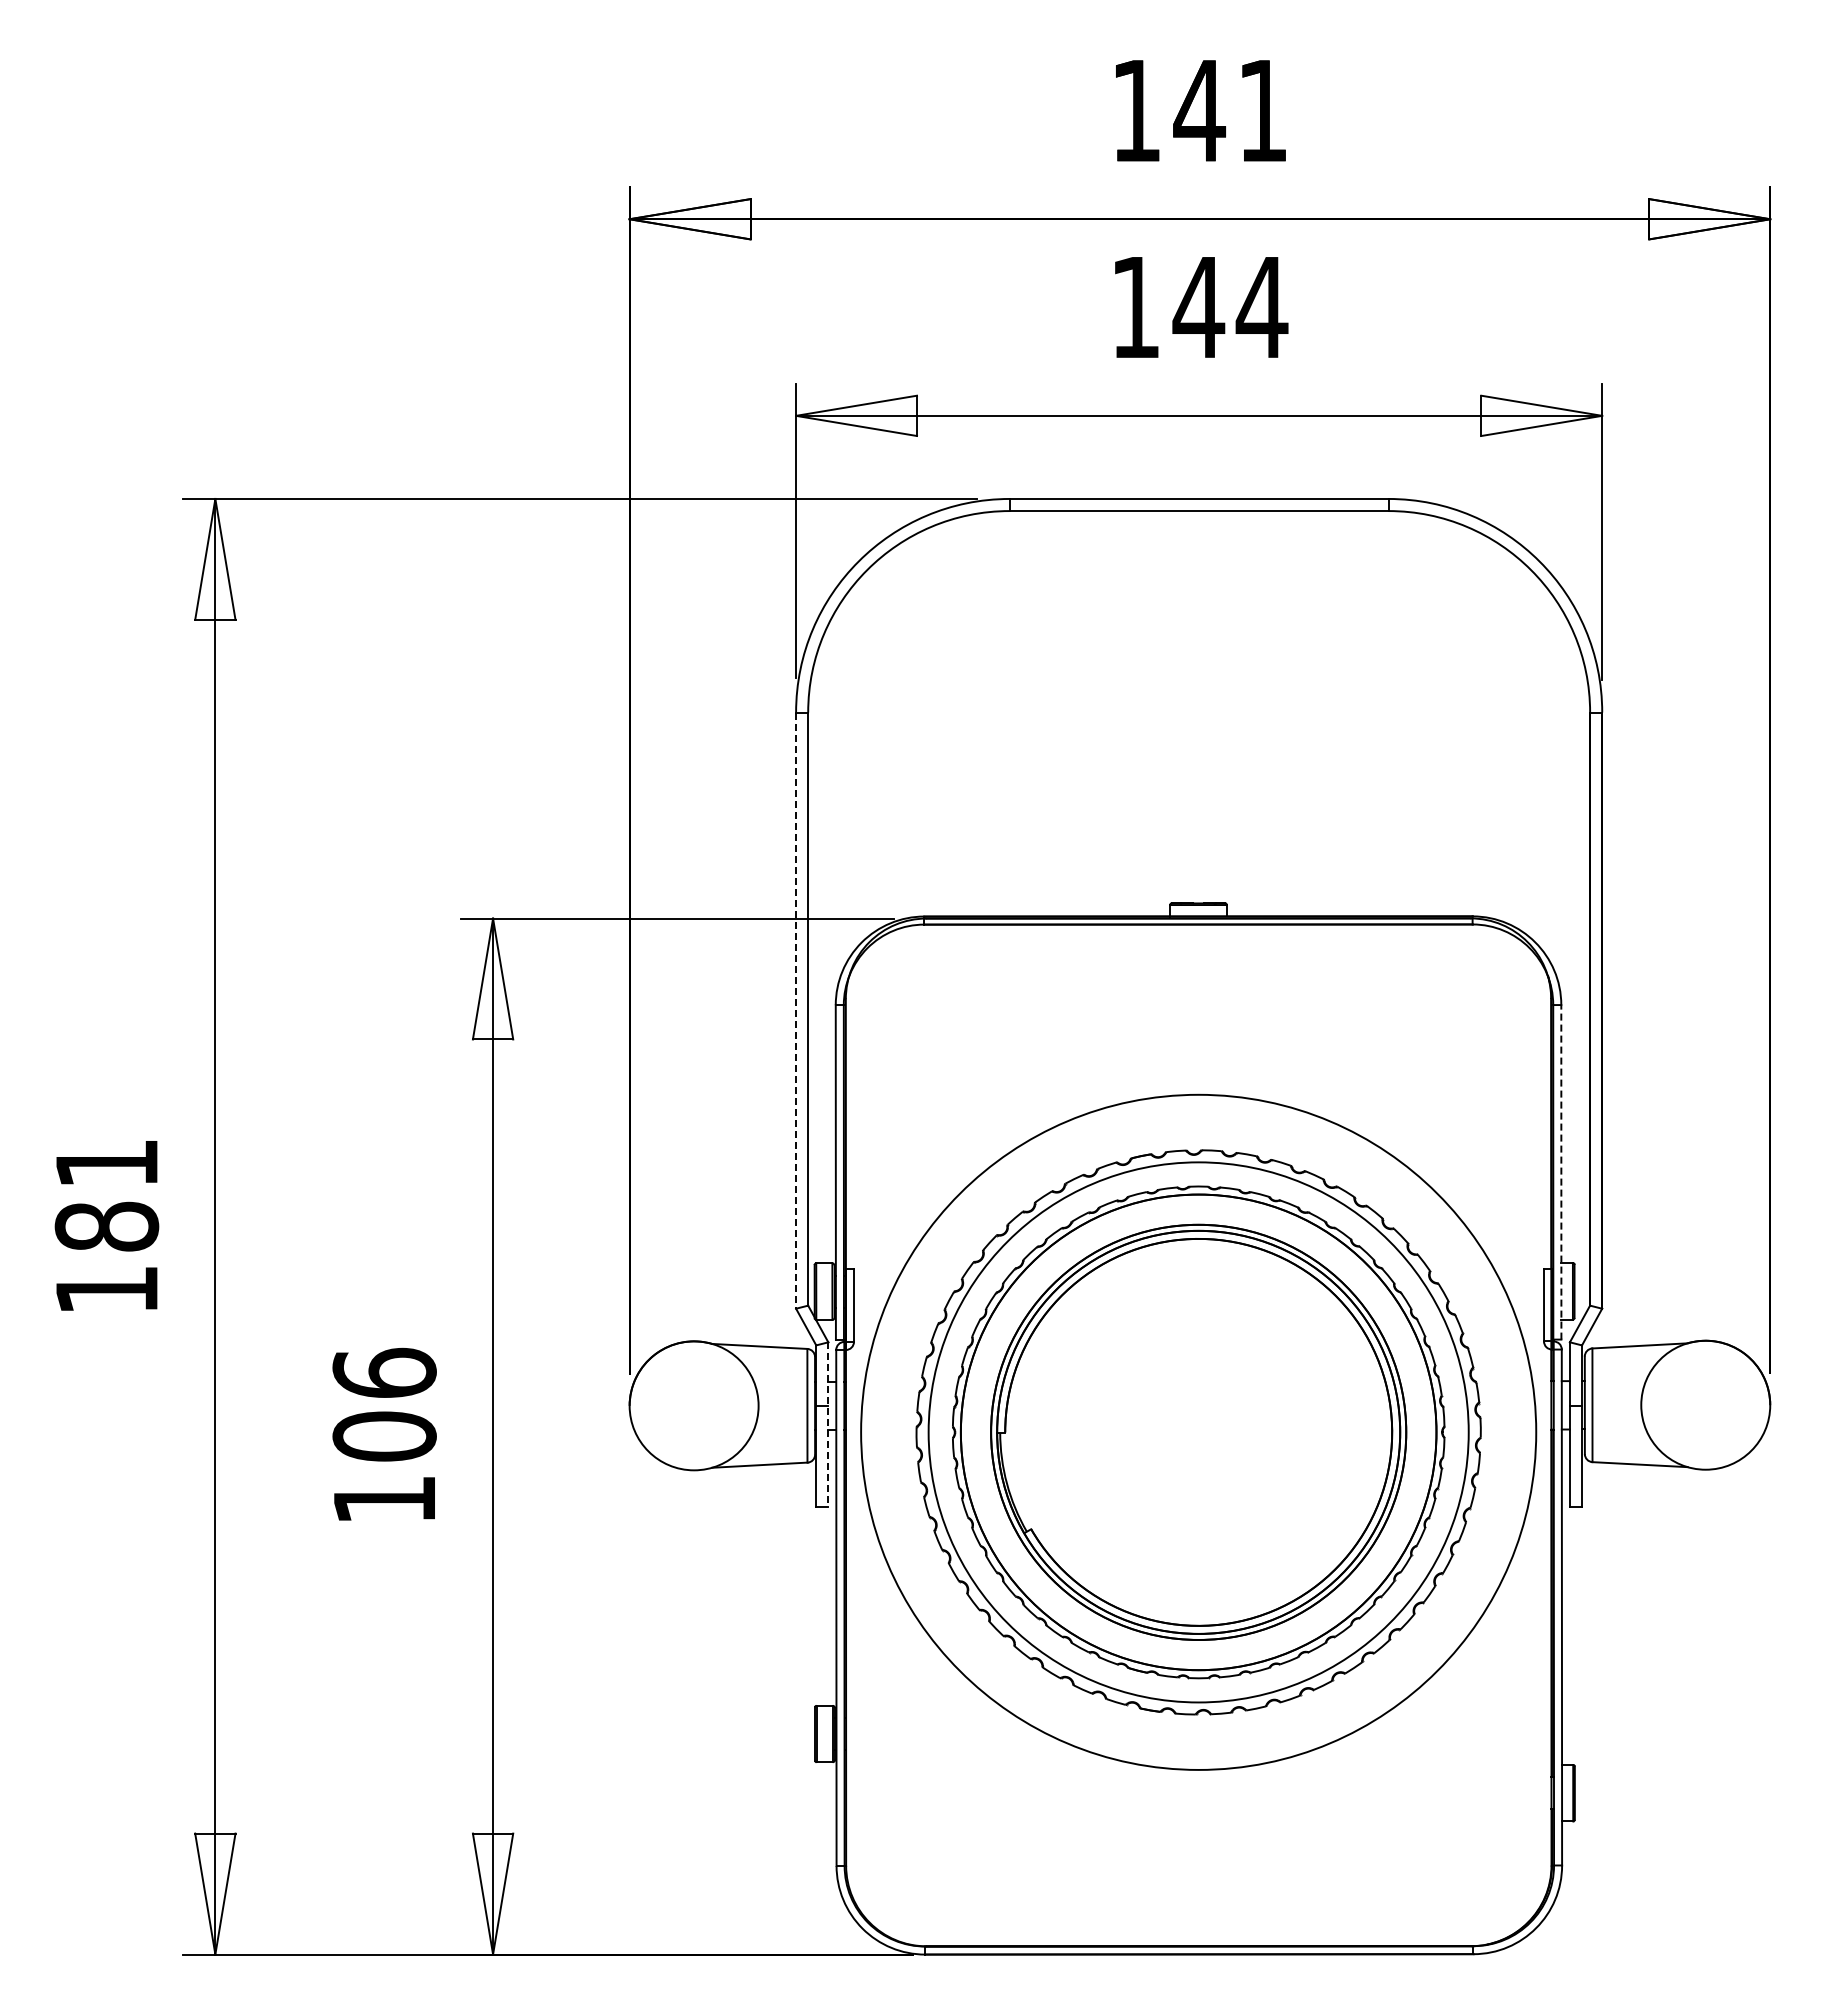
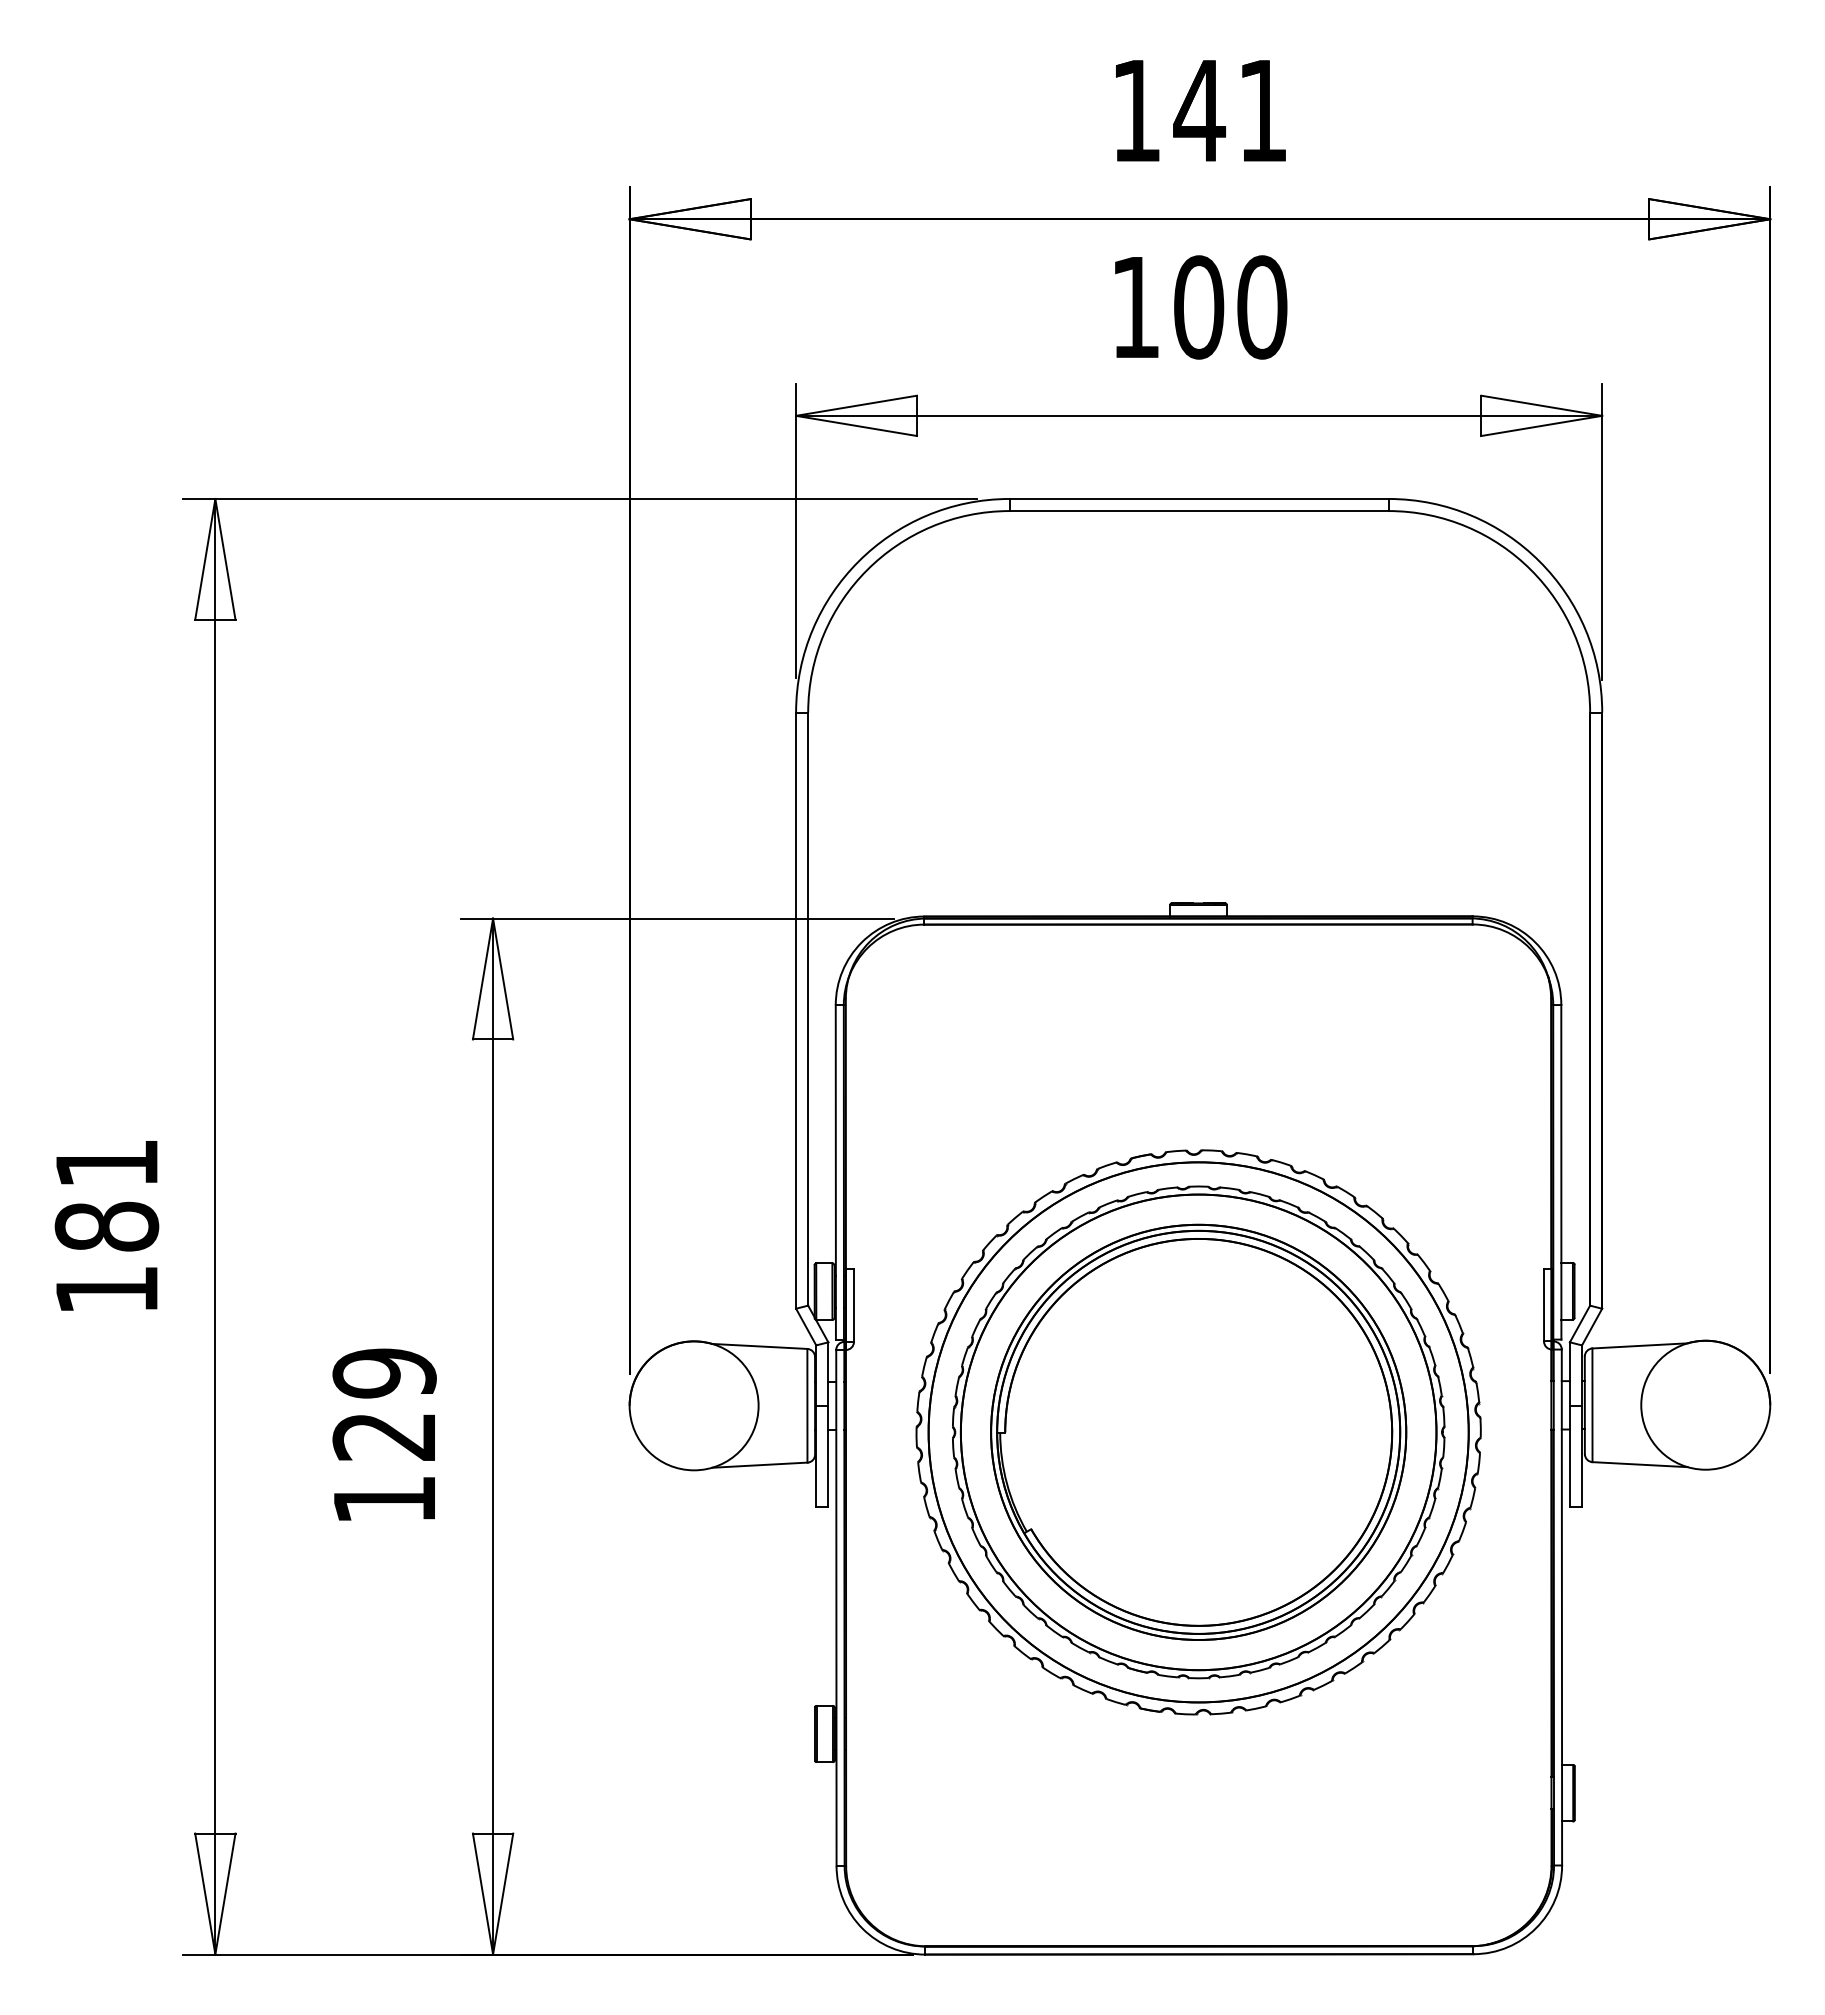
text at (1230, 307): 144 -> 100
line at (796, 1011): dashed -> solid
line at (1561, 1171): dashed -> solid
text at (384, 1404): 106 -> 129
line at (828, 1424): dashed -> solid
circle at (1198, 1431) diameter: 675 px -> 540 px
